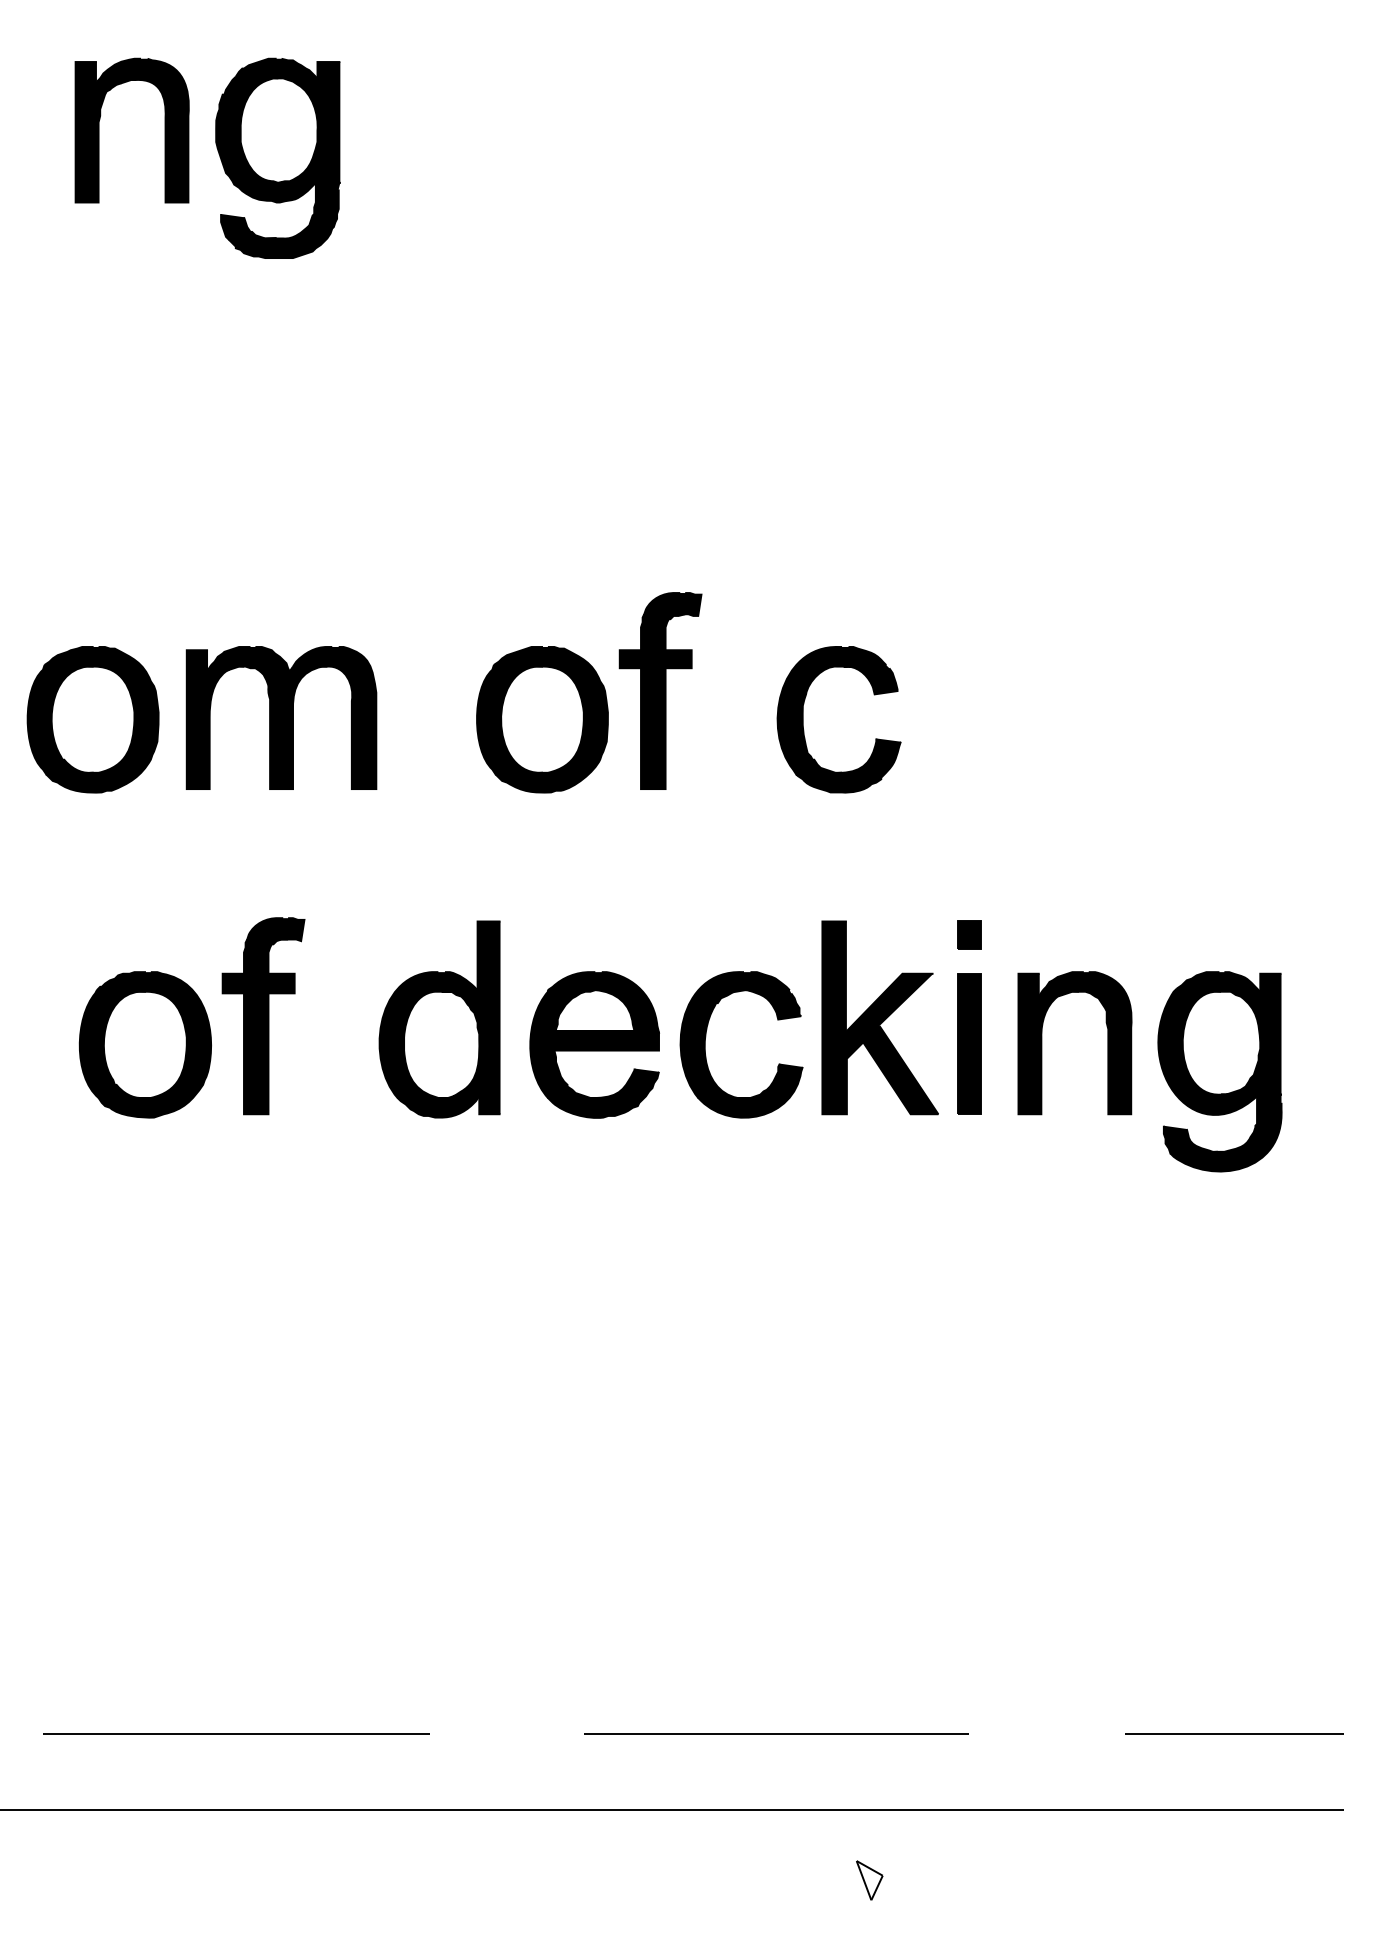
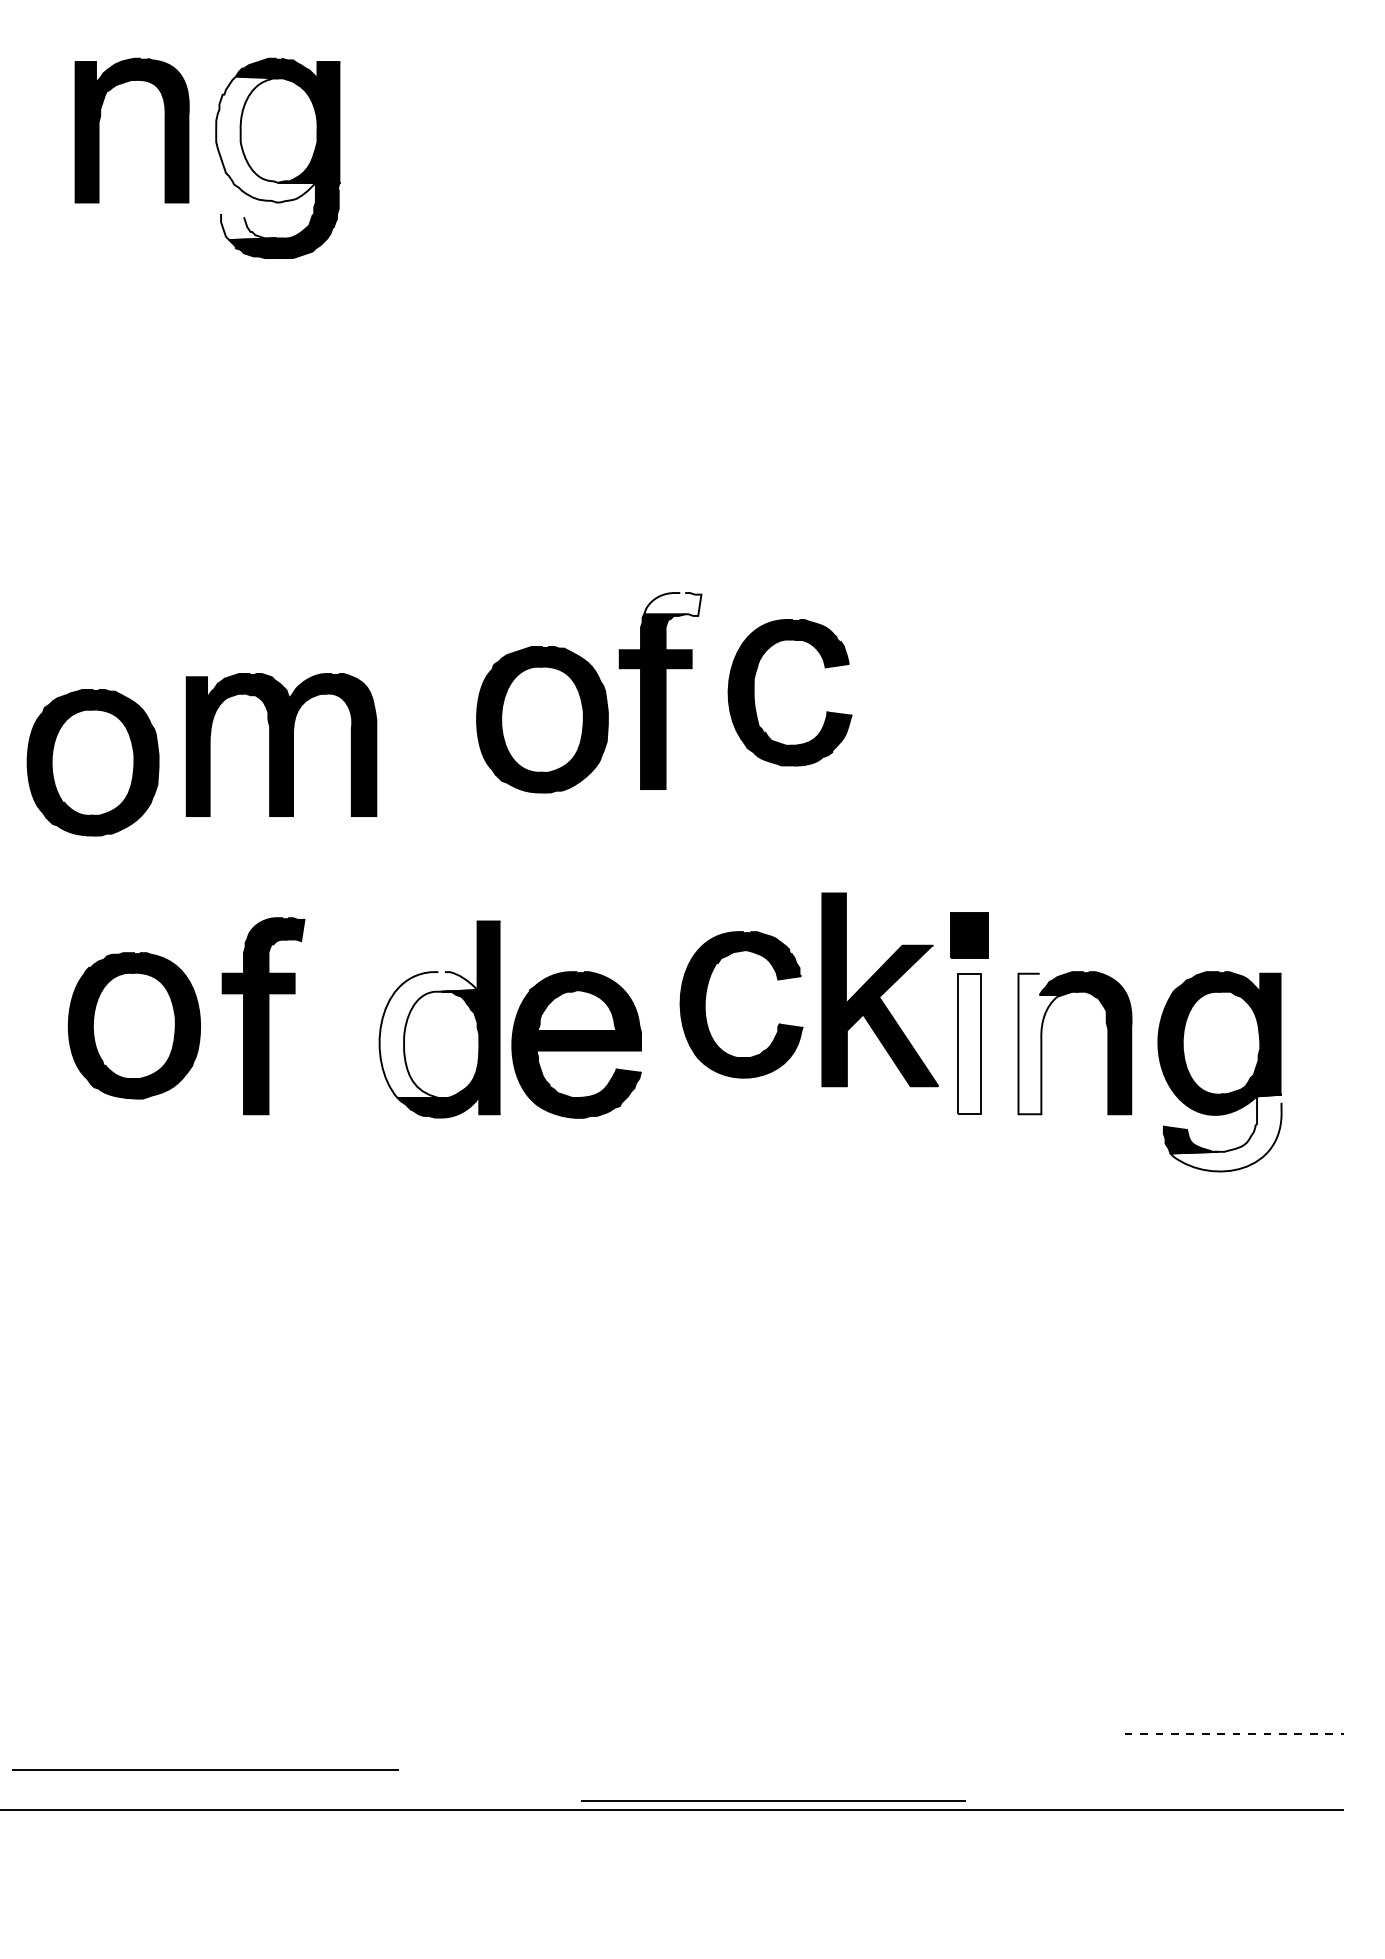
fill at (278, 139): present -> none
fill at (248, 227): present -> none
fill at (672, 604): present -> none
part at (281, 717) position: (281, 717) -> (281, 744)
part at (92, 719) position: (92, 719) -> (92, 762)
part at (803, 719) position: (803, 719) -> (754, 692)
part at (969, 934) size: 25x30 px -> 39x47 px
part at (879, 1017) position: (879, 1017) -> (879, 989)
fill at (428, 1034): present -> none
part at (706, 1037) position: (706, 1037) -> (706, 997)
fill at (969, 1043): present -> none
fill at (1040, 1043): present -> none
part at (144, 1044) position: (144, 1044) -> (133, 1025)
part at (594, 1044) position: (594, 1044) -> (576, 1044)
fill at (1225, 1132): present -> none
line at (236, 1733) position: (236, 1733) -> (205, 1769)
line at (776, 1733) position: (776, 1733) -> (773, 1800)
line at (1234, 1733): solid -> dashed
part at (869, 1880): present -> none
